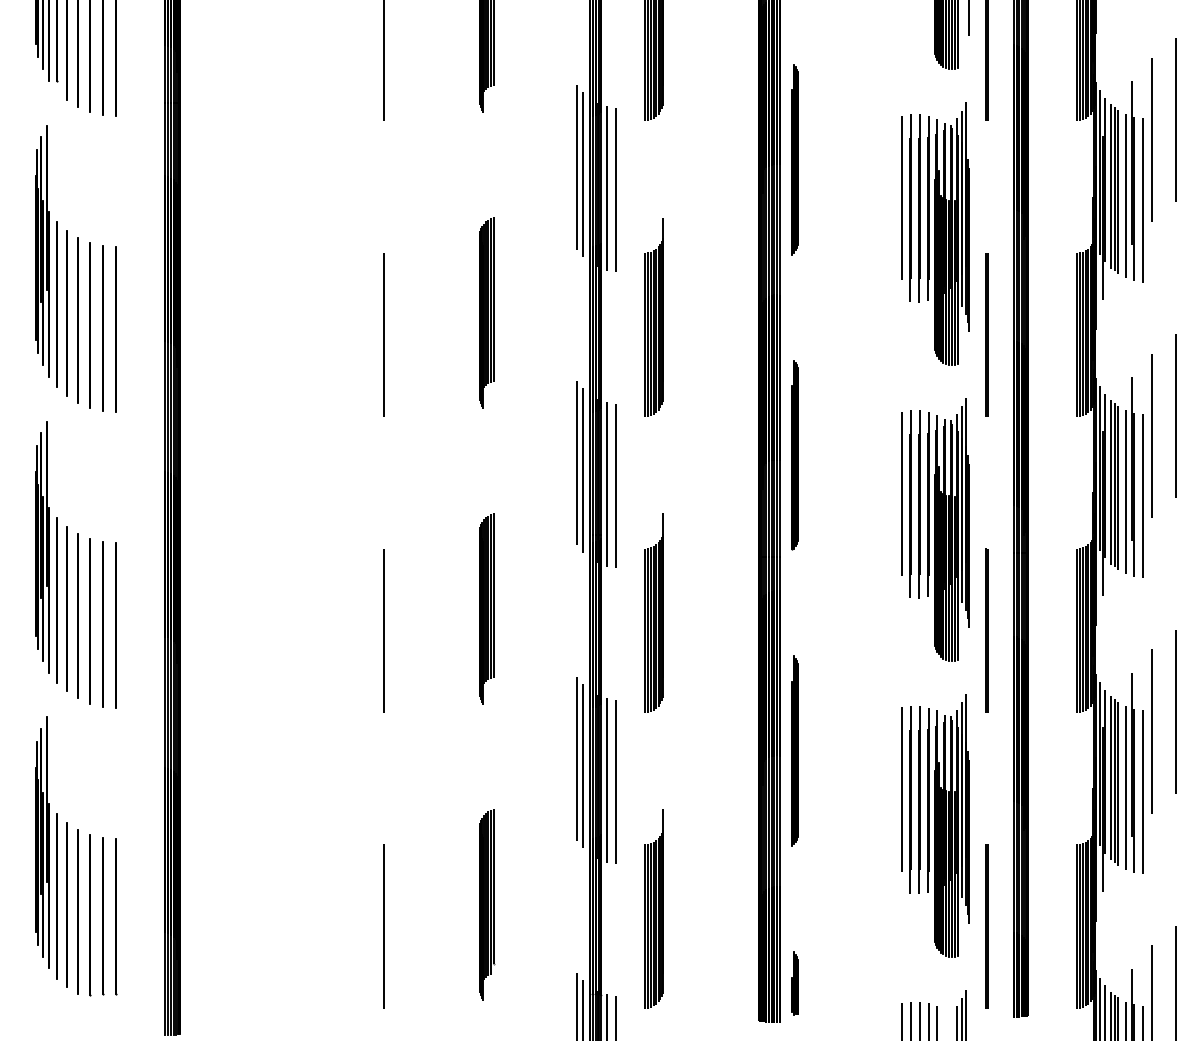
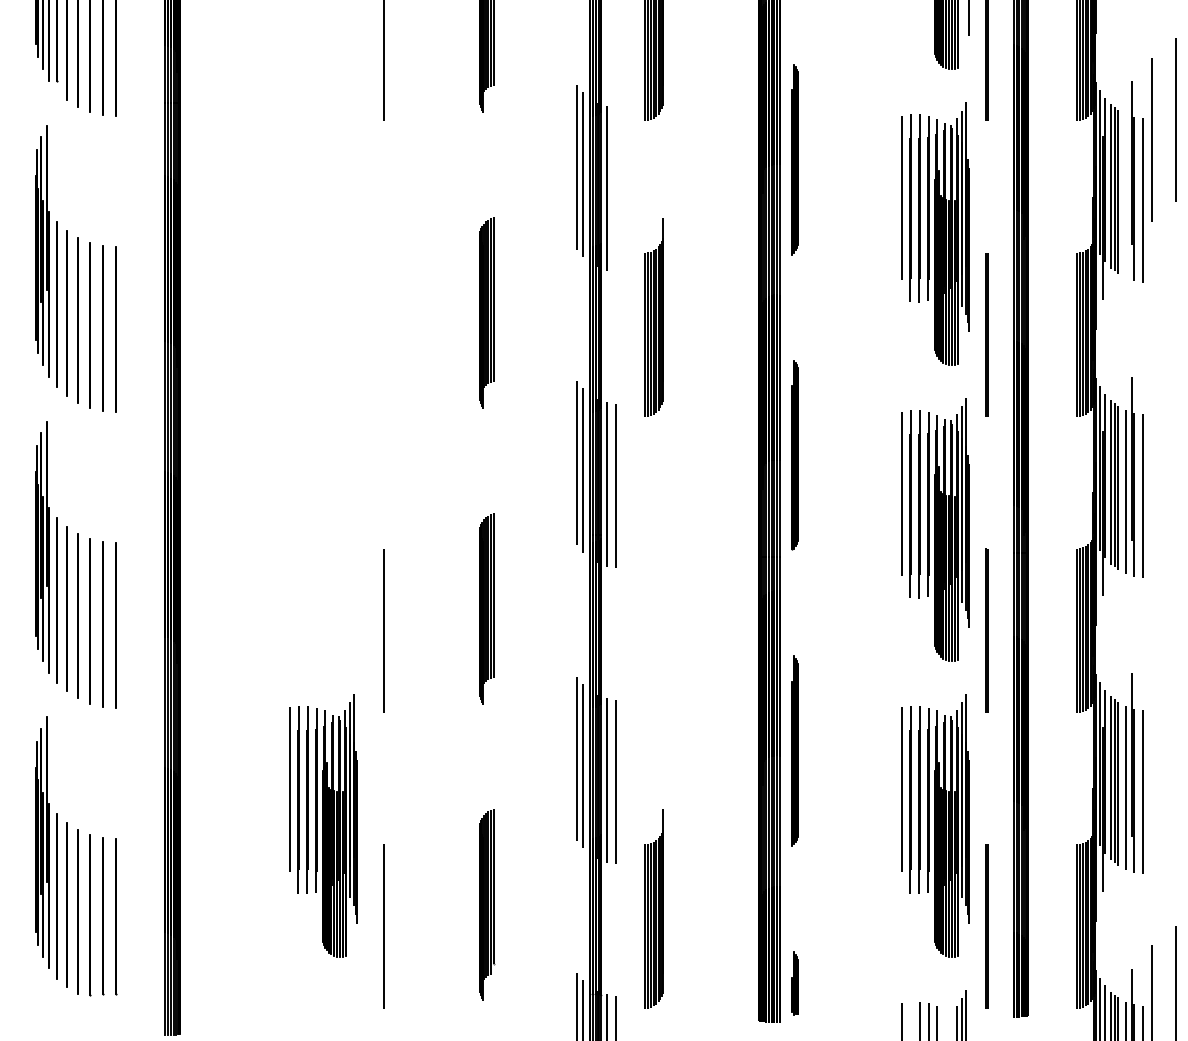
line at (615, 189): present -> none
line at (1125, 195): present -> none
line at (383, 334): present -> none
line at (1176, 415): present -> none
line at (1152, 435): present -> none
part at (653, 612): present -> none
line at (1176, 711): present -> none
line at (1152, 731): present -> none
part at (323, 825): none -> present
line at (910, 1019): present -> none
